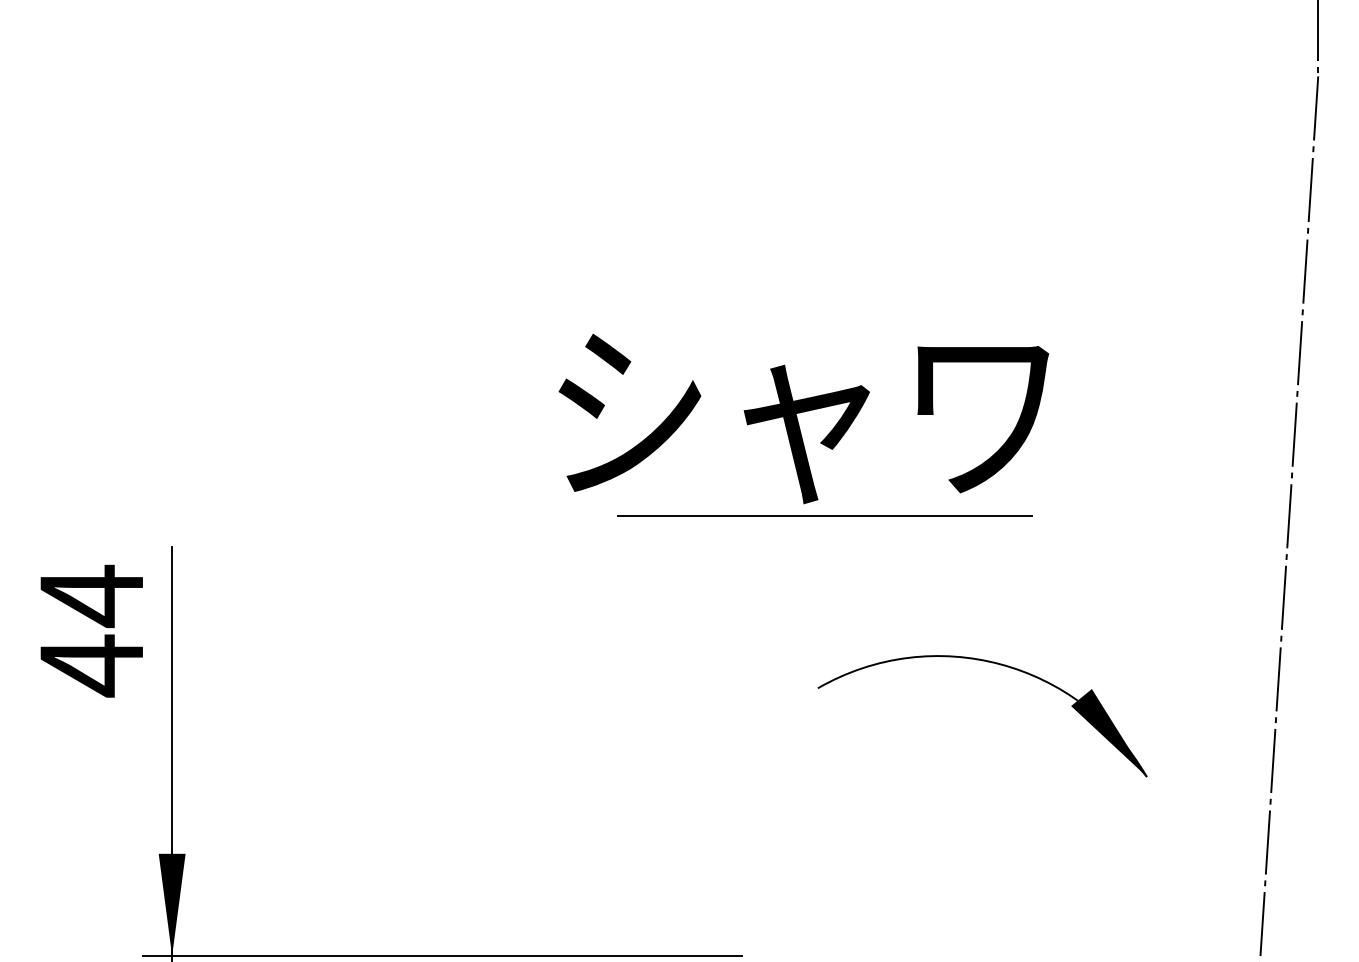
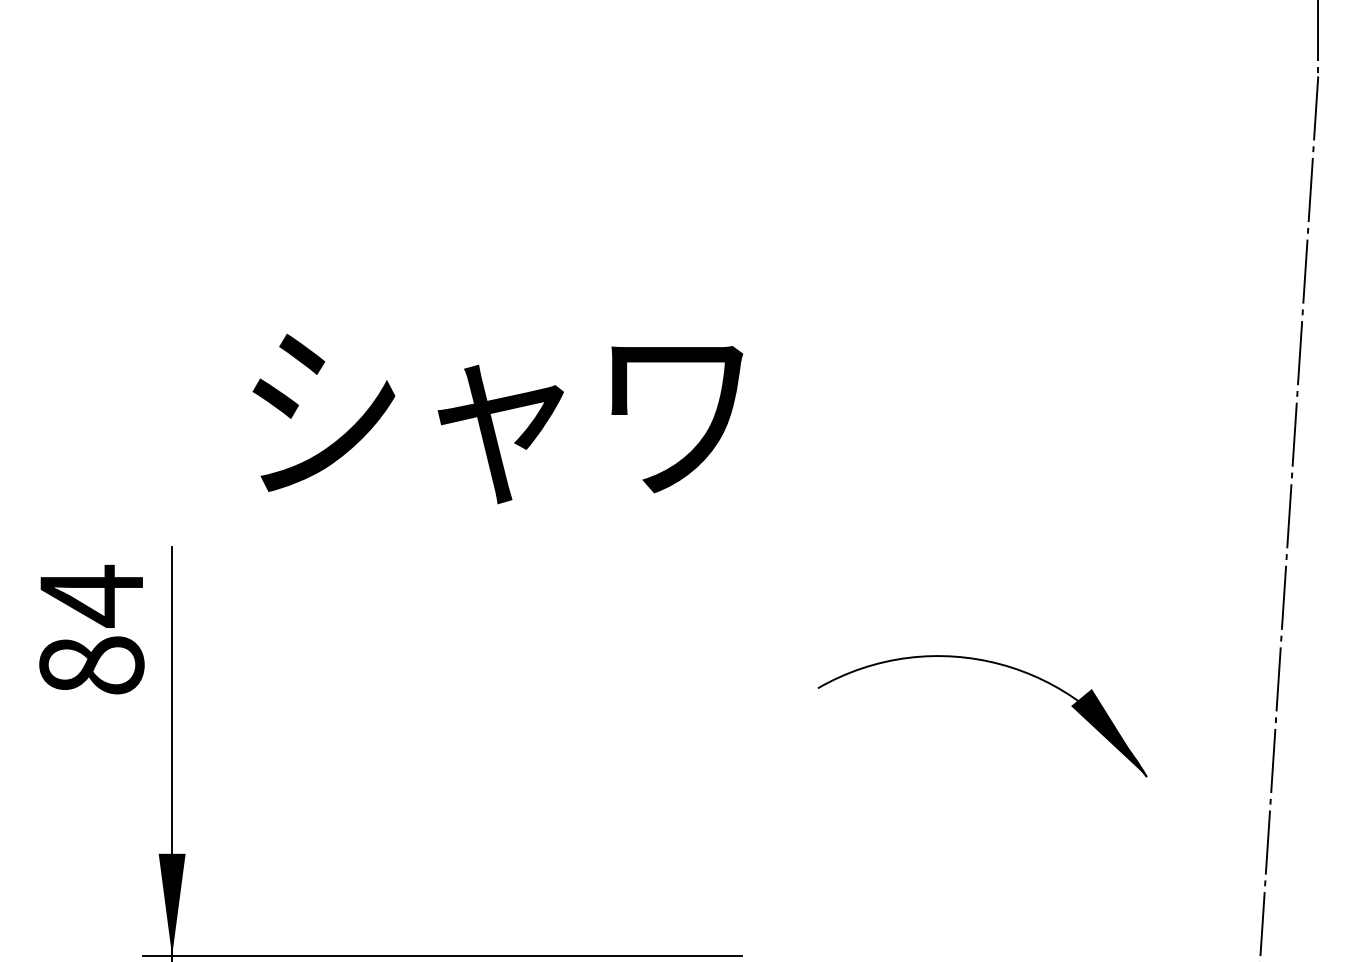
text at (803, 418) position: (803, 418) -> (497, 418)
line at (824, 515): present -> none
text at (91, 665): 44 -> 84
